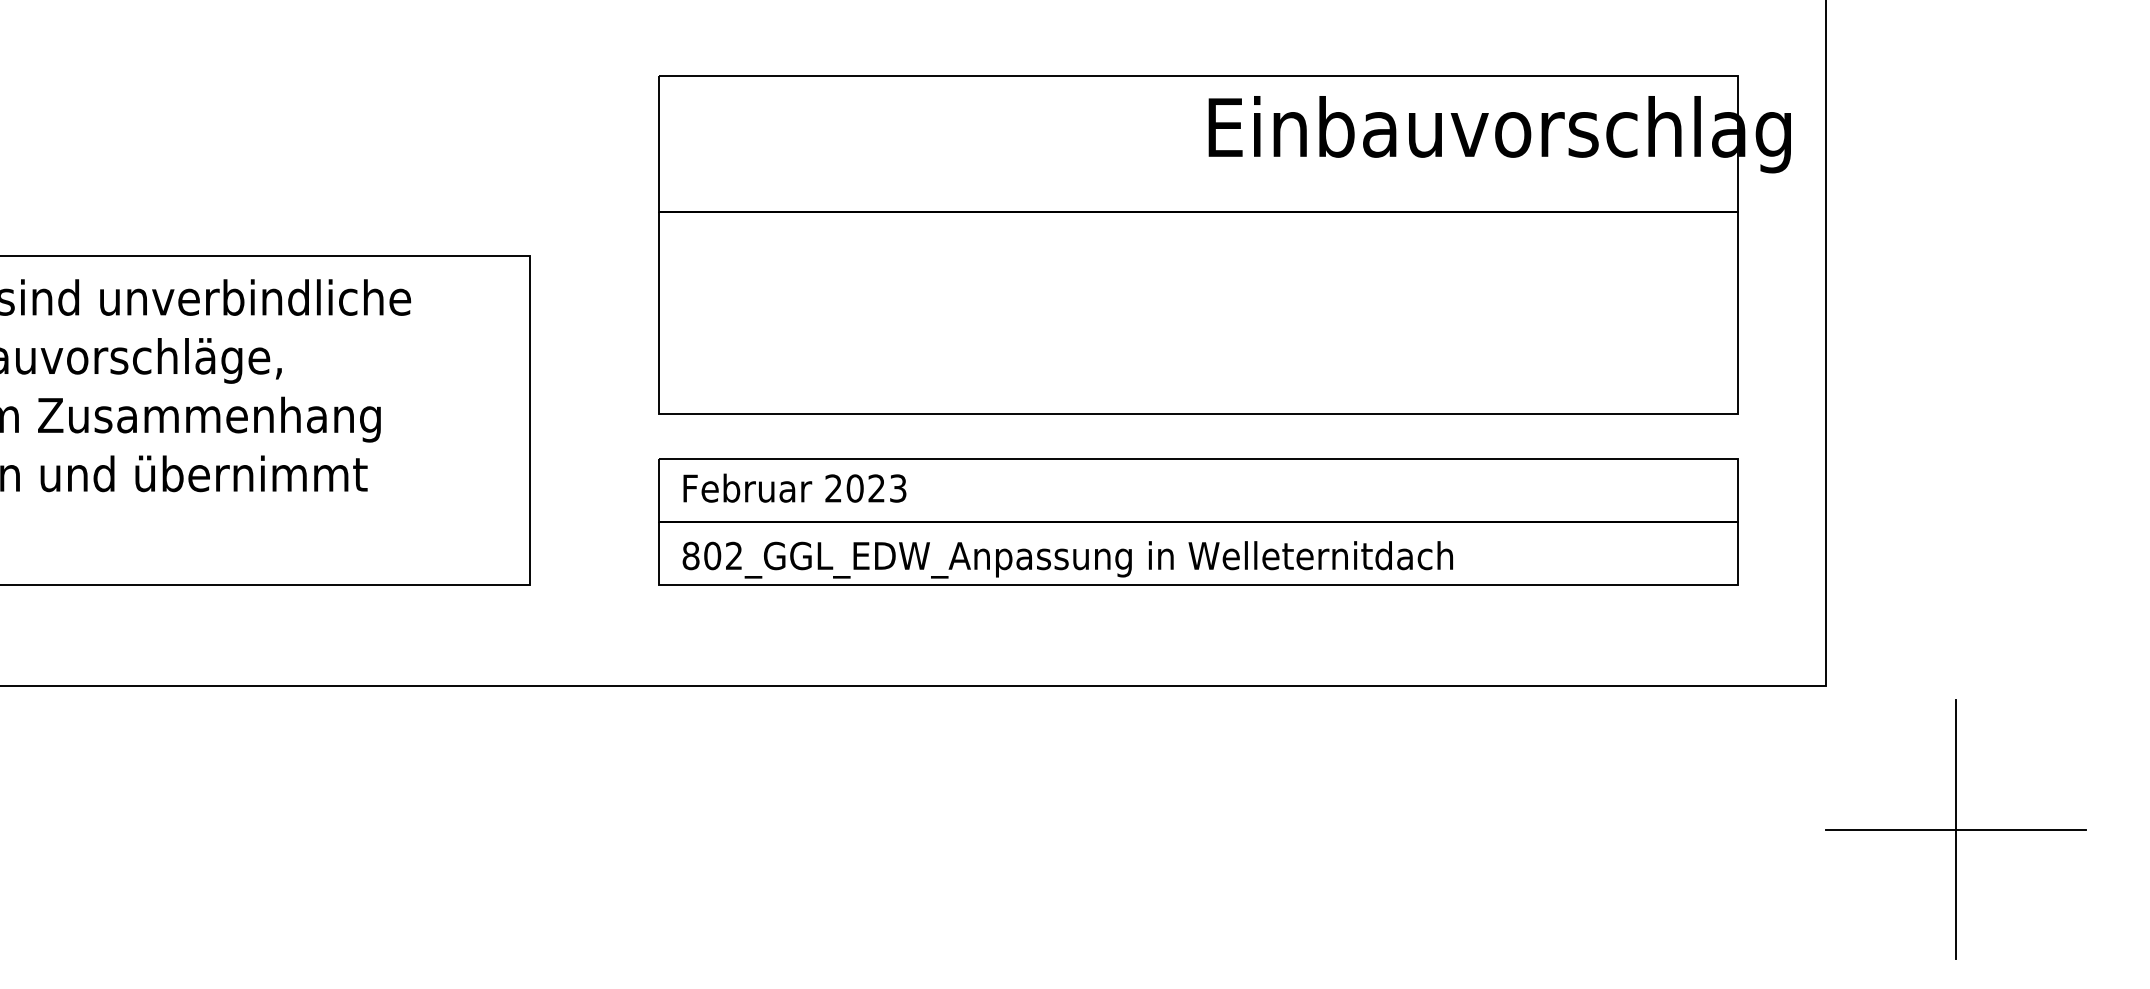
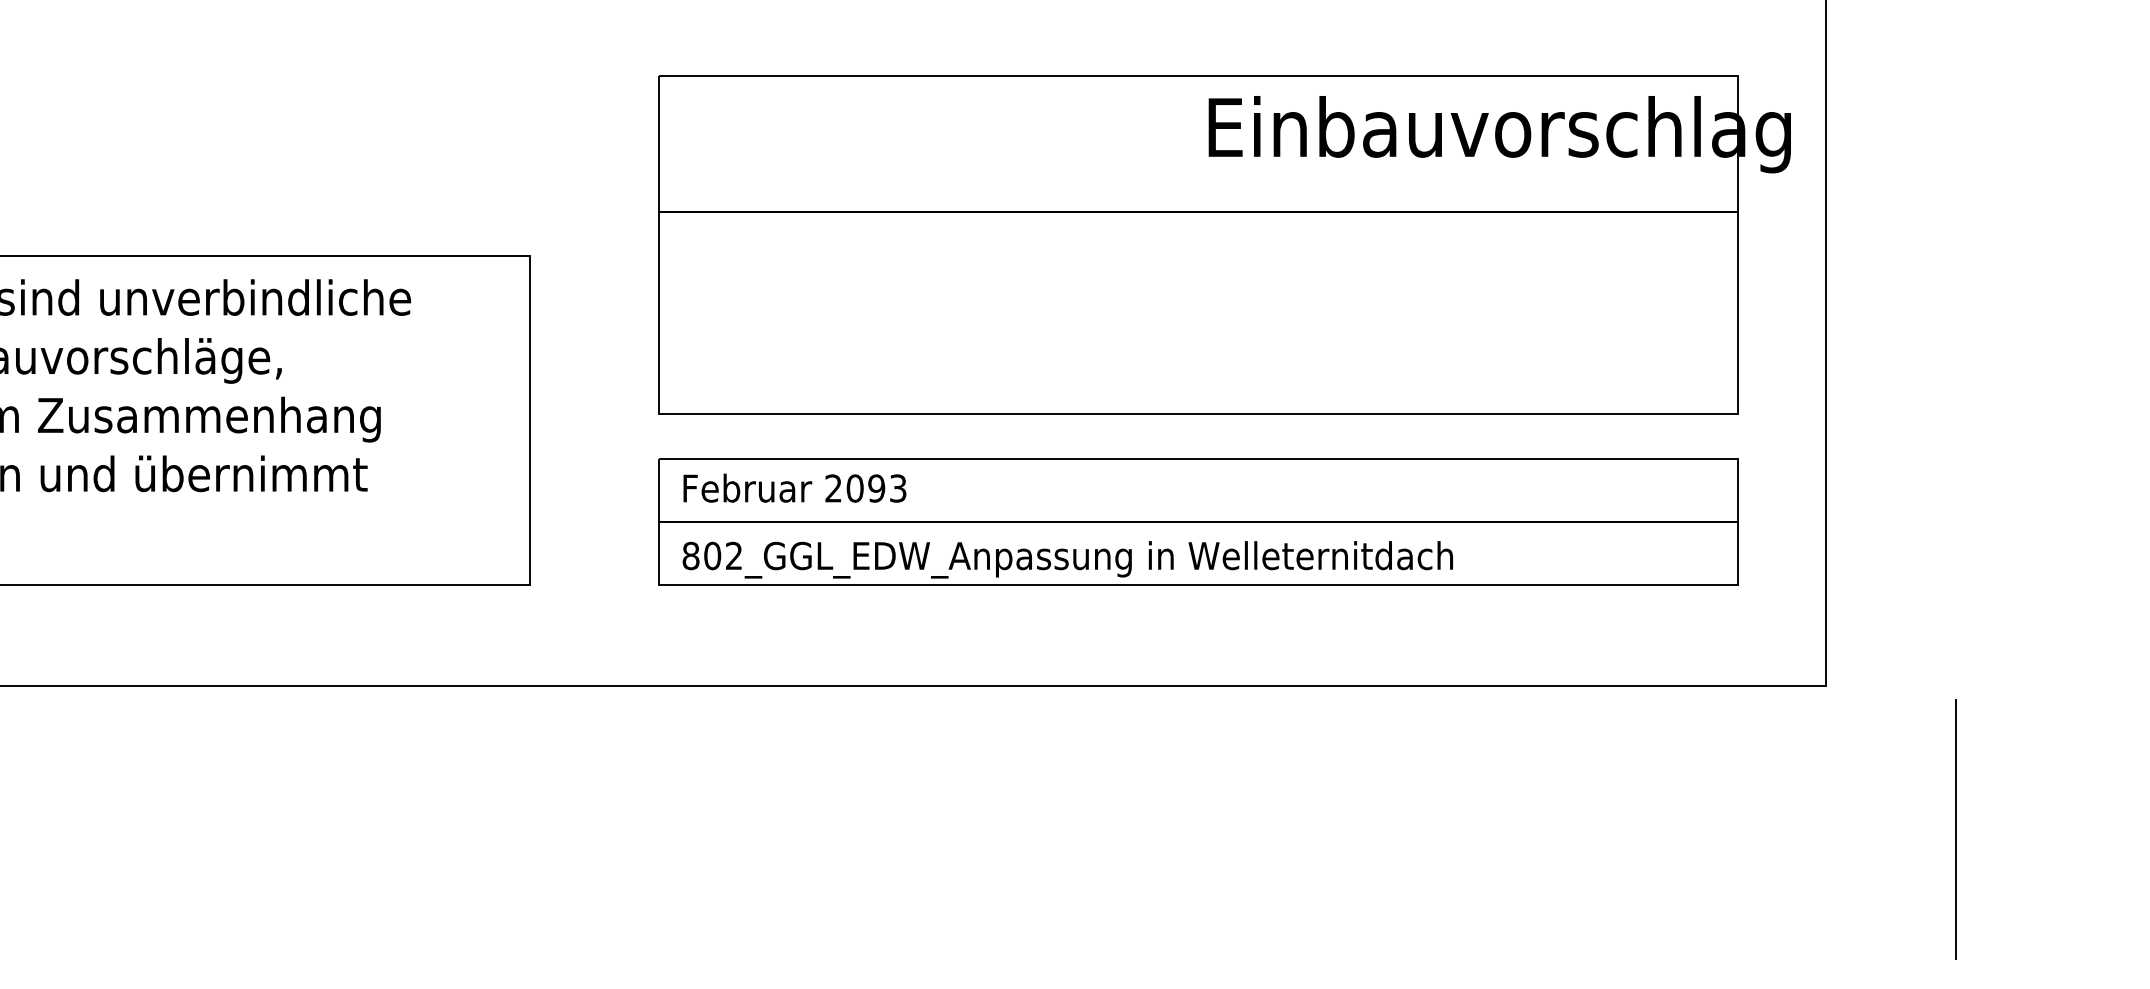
text at (876, 488): 2023 -> 2093
line at (1955, 829): present -> none
